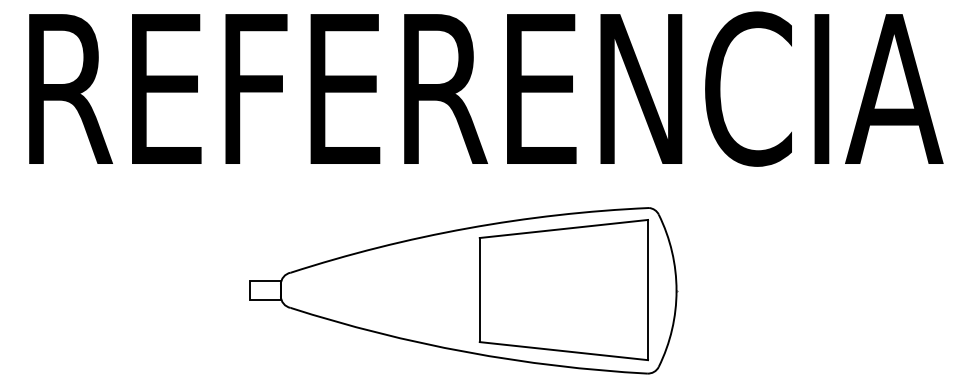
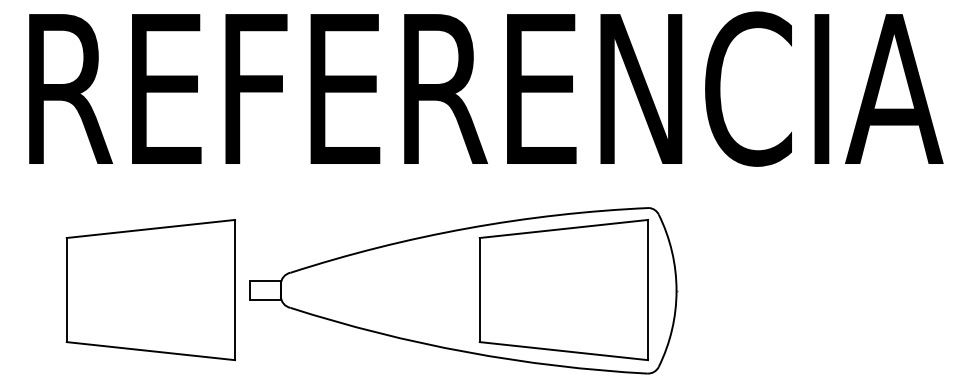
part at (150, 290): none -> present
